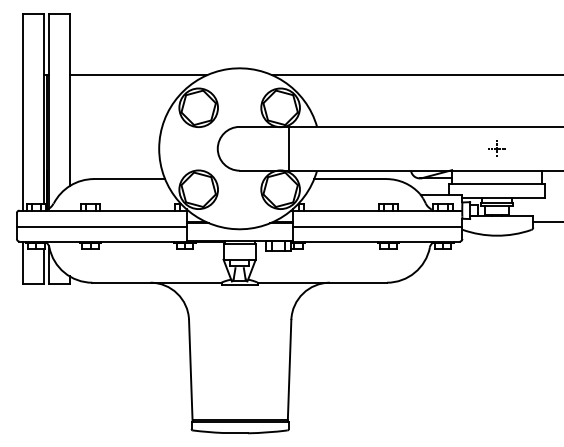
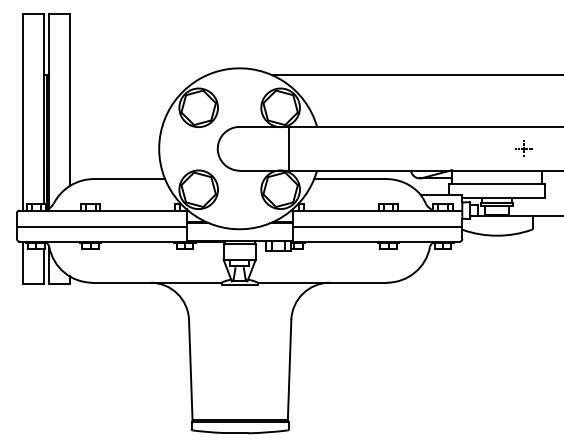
line at (138, 75): present -> none
part at (496, 148) position: (496, 148) -> (523, 148)
line at (546, 222) position: (546, 222) -> (546, 216)
